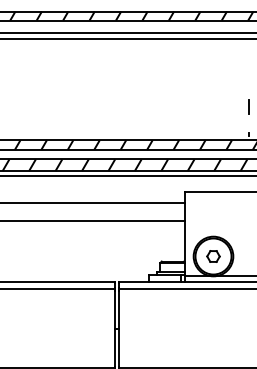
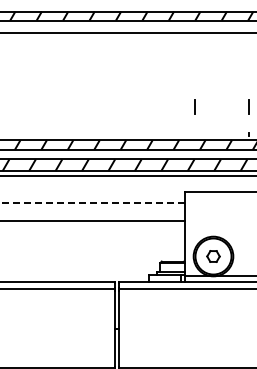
line at (127, 38): present -> none
line at (194, 106): none -> present
line at (91, 202): solid -> dashed
